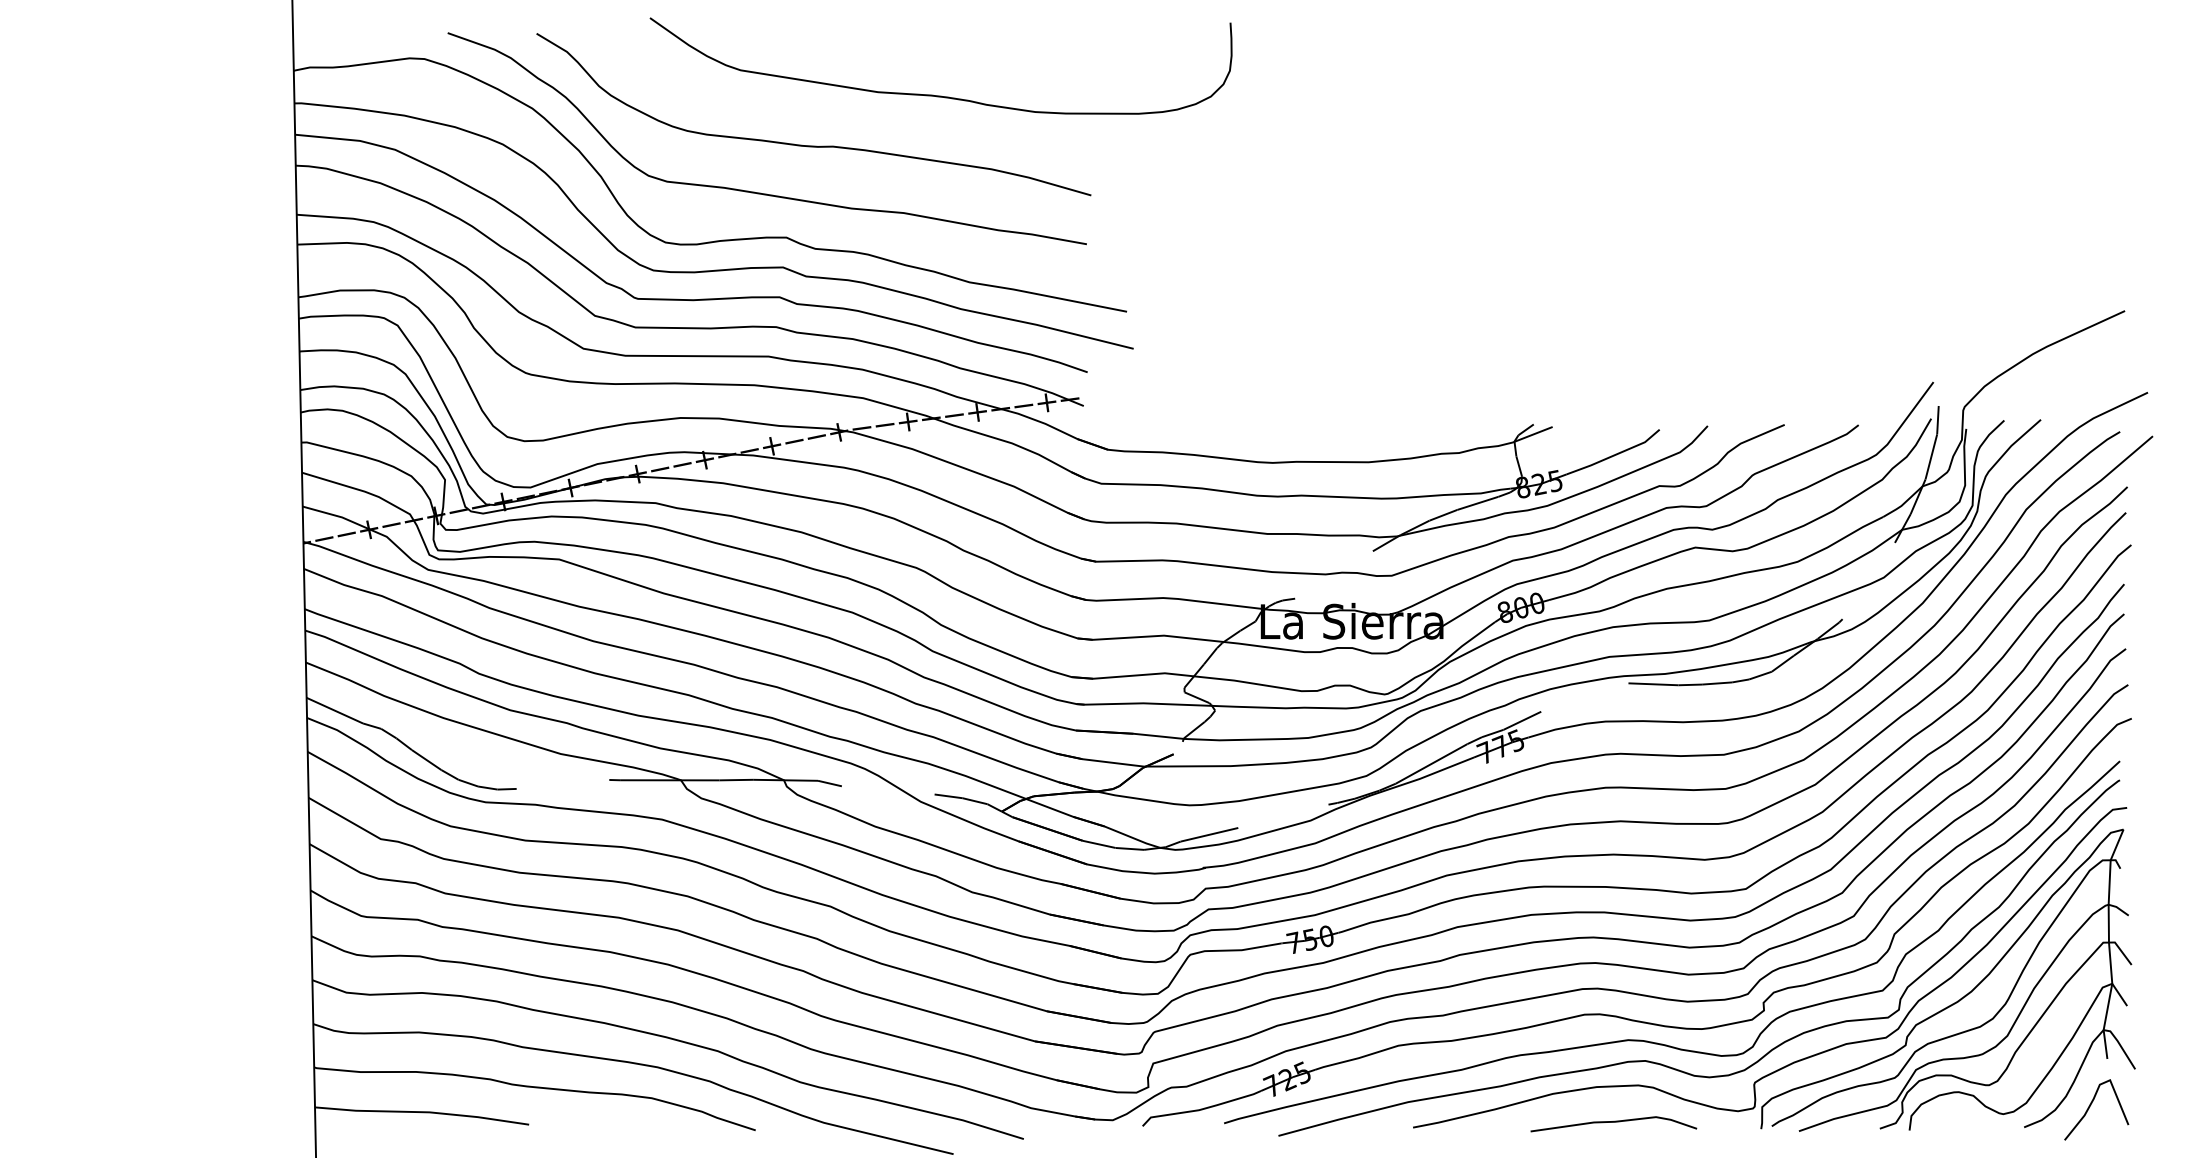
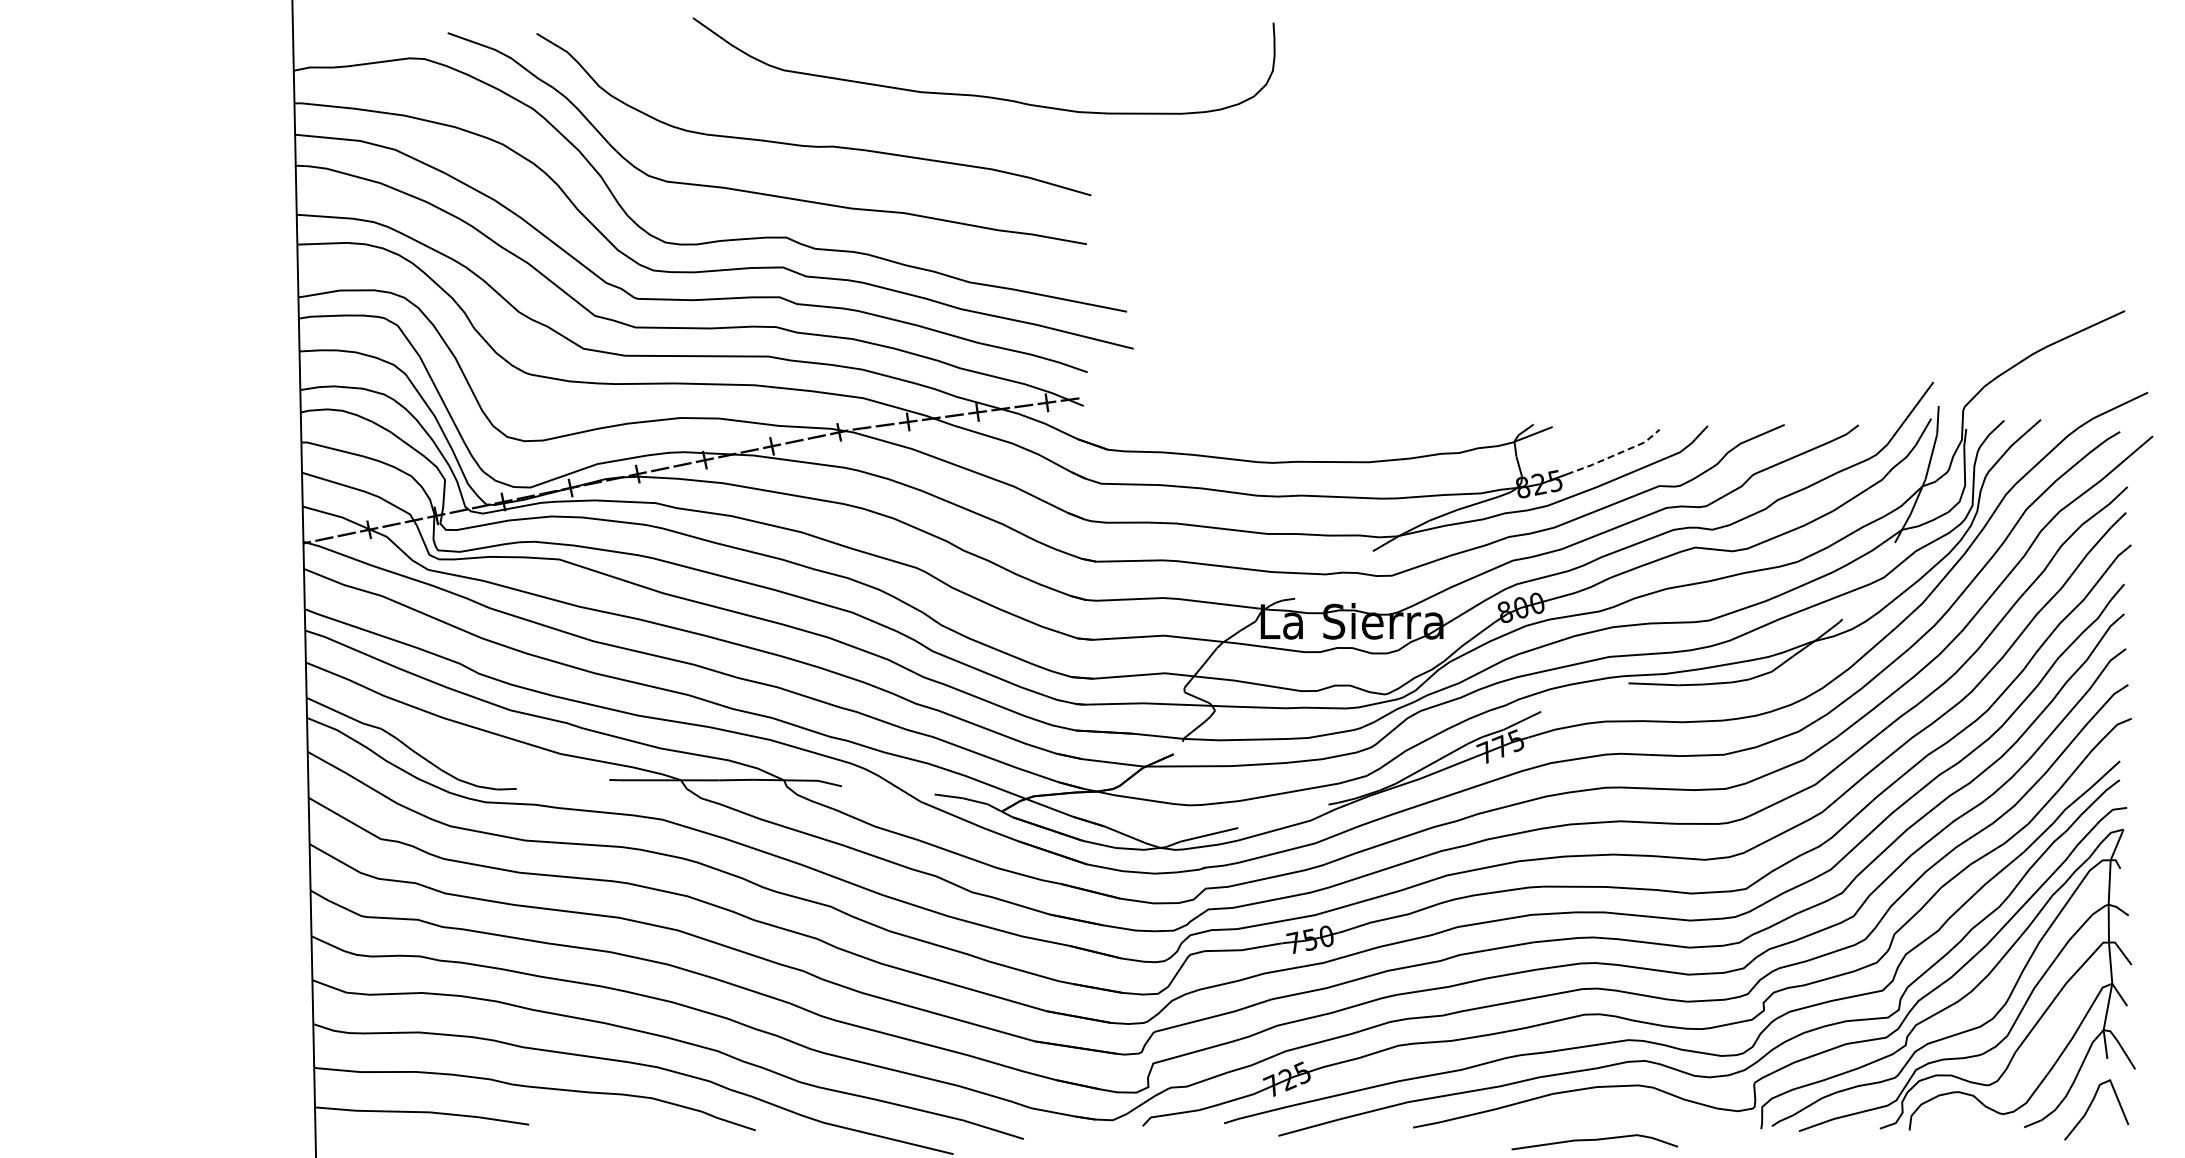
curve at (933, 94) position: (933, 94) -> (976, 94)
line at (1615, 454): solid -> dashed
curve at (1613, 1122) position: (1613, 1122) -> (1594, 1140)
